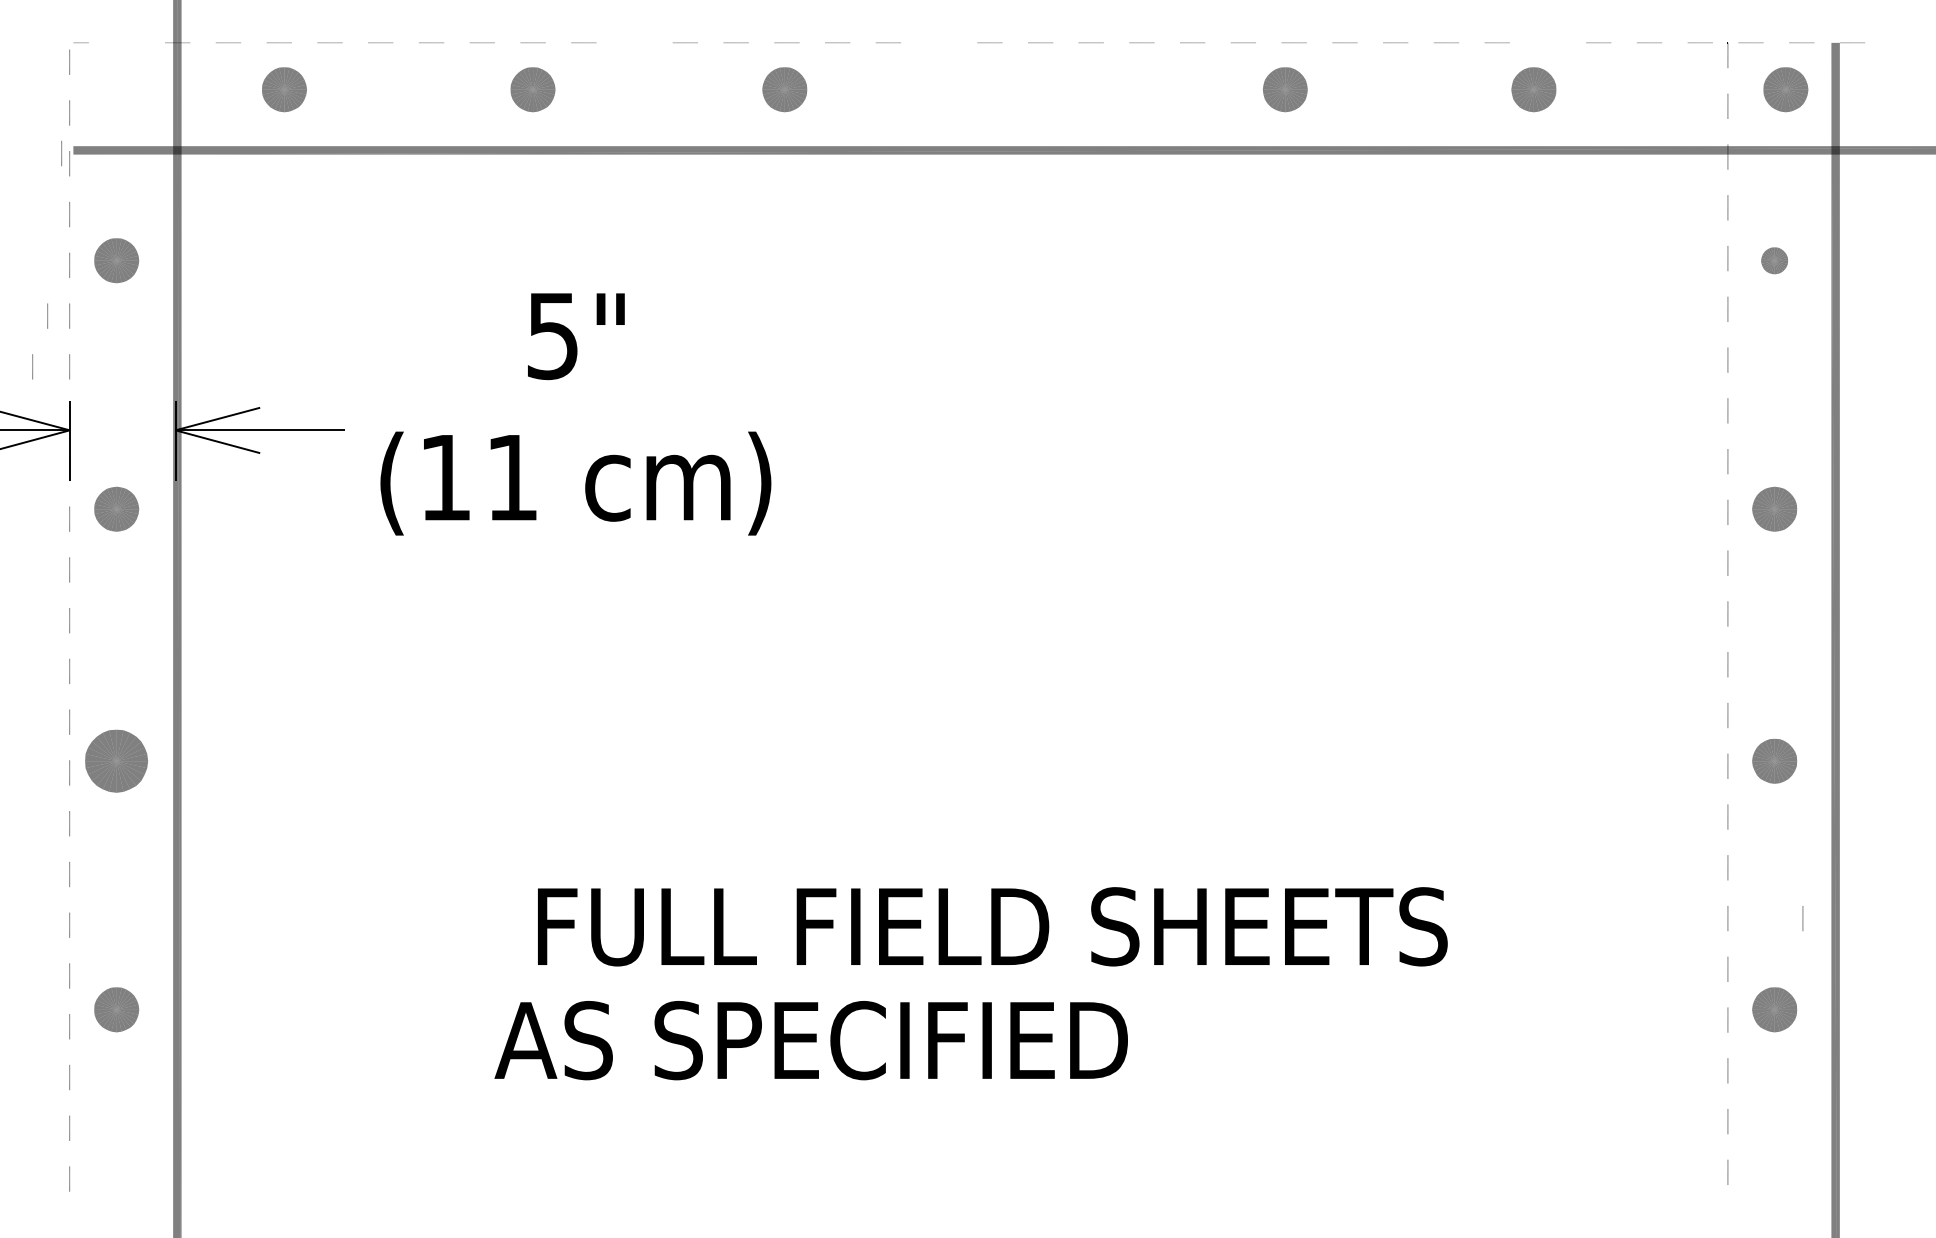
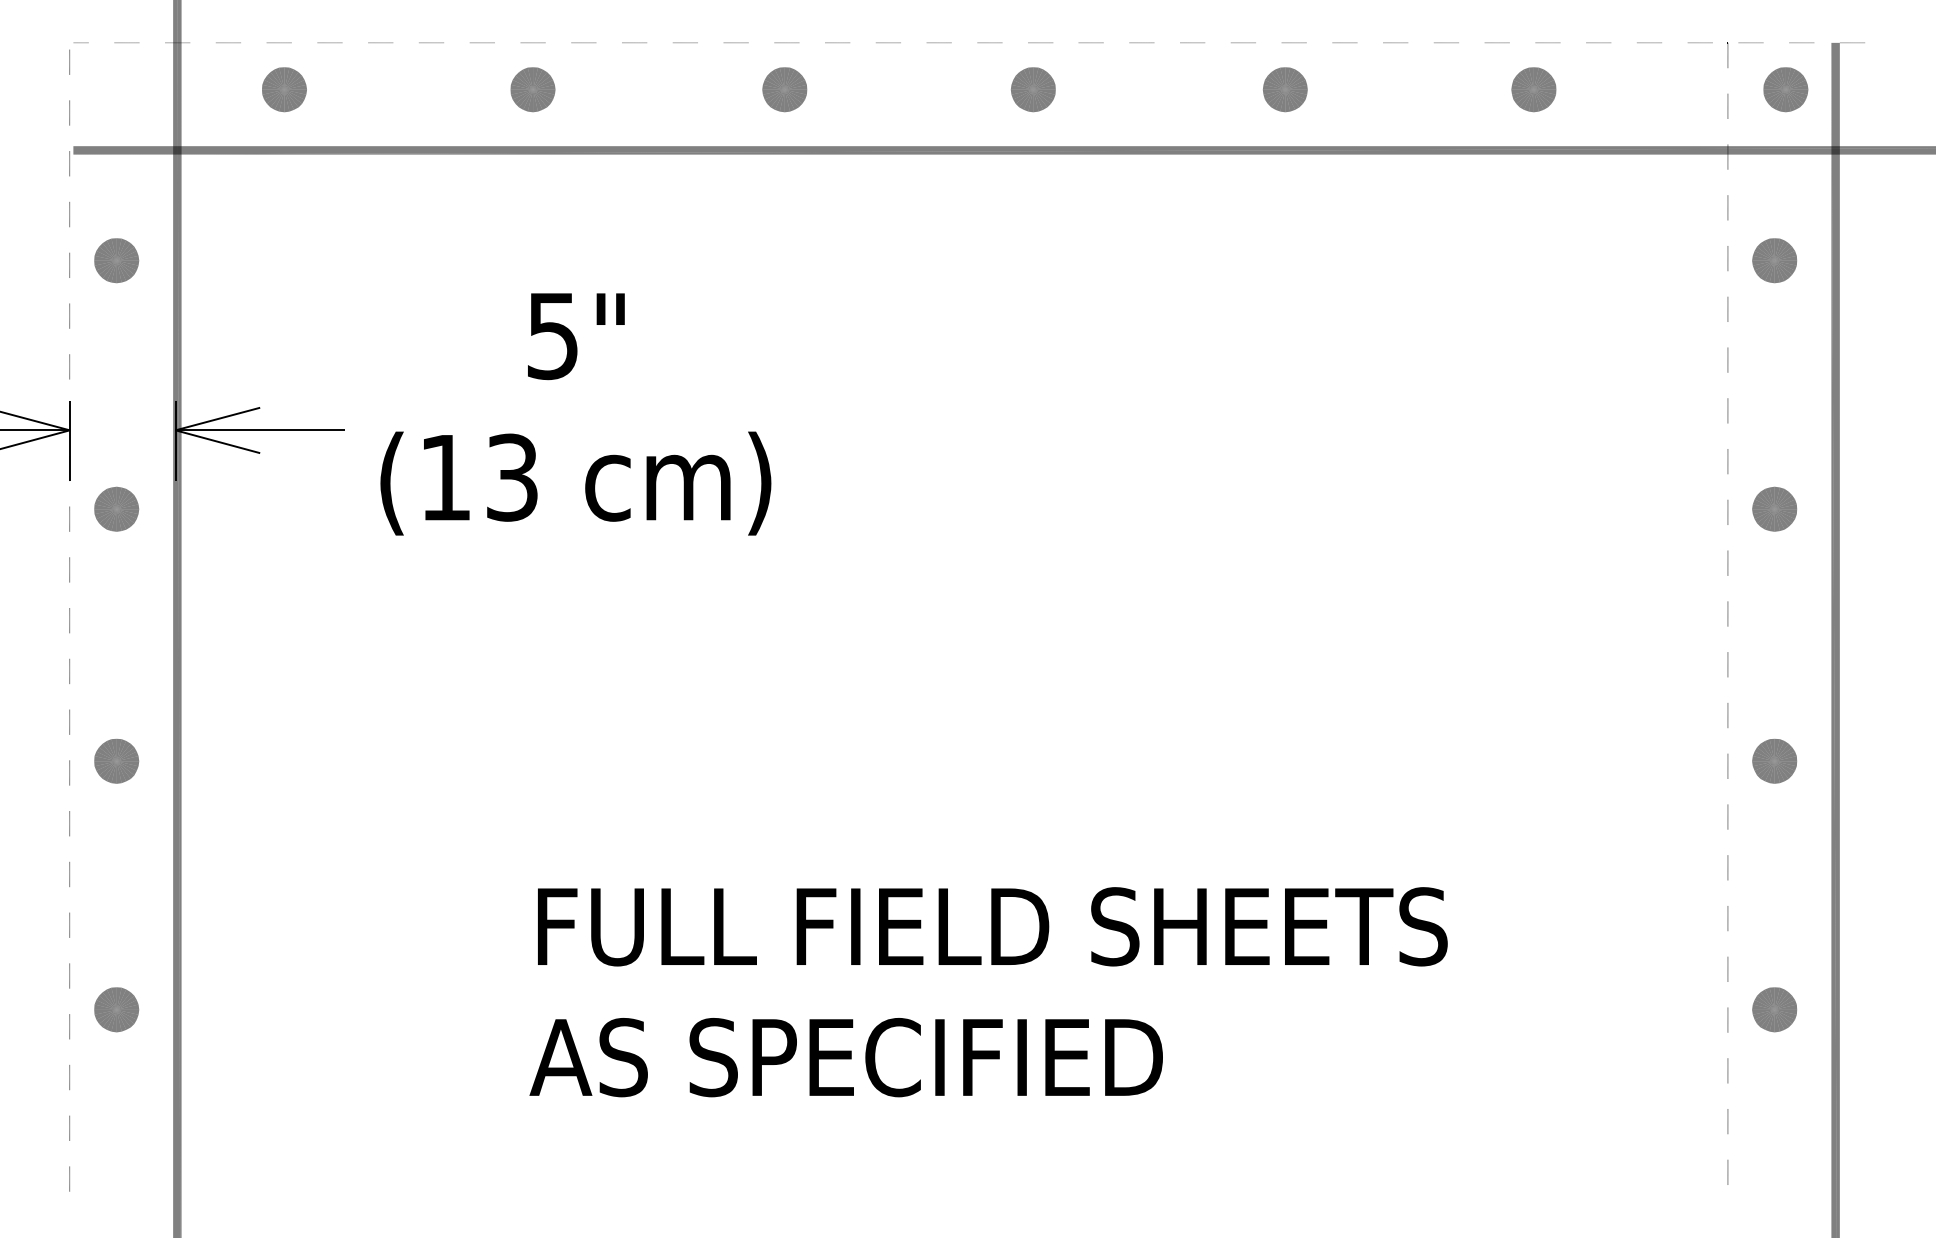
line at (126, 42): none -> present
line at (634, 42): none -> present
line at (939, 42): none -> present
line at (1547, 42): none -> present
part at (1033, 89): none -> present
line at (61, 153): present -> none
part at (1774, 260) size: 27x28 px -> 45x46 px
line at (47, 315): present -> none
line at (32, 366): present -> none
text at (512, 477): (11 -> (13
part at (116, 760) size: 63x64 px -> 46x45 px
line at (1802, 918): present -> none
text at (810, 1040) position: (810, 1040) -> (845, 1057)
